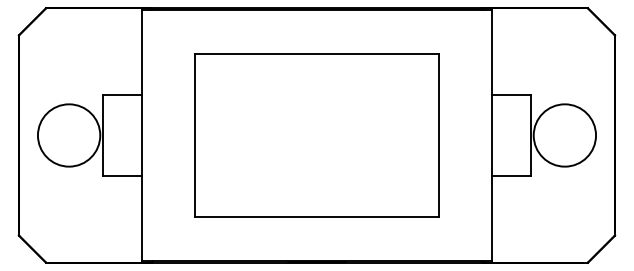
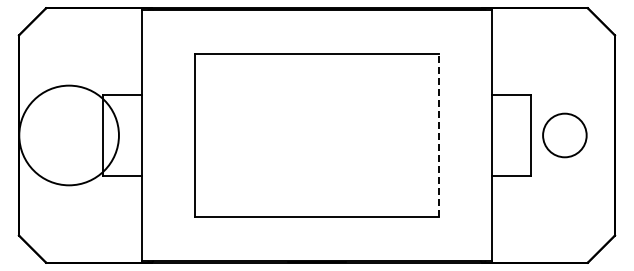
circle at (68, 135) diameter: 62 px -> 100 px
line at (438, 135): solid -> dashed
circle at (564, 135) diameter: 62 px -> 44 px
